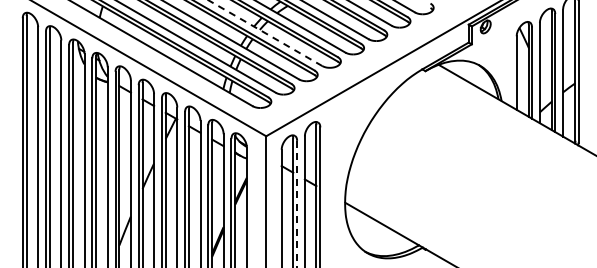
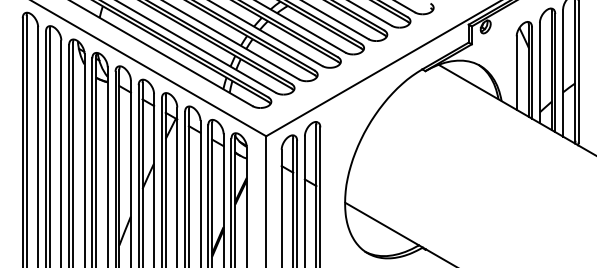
line at (265, 33): dashed -> solid
line at (297, 204): dashed -> solid
